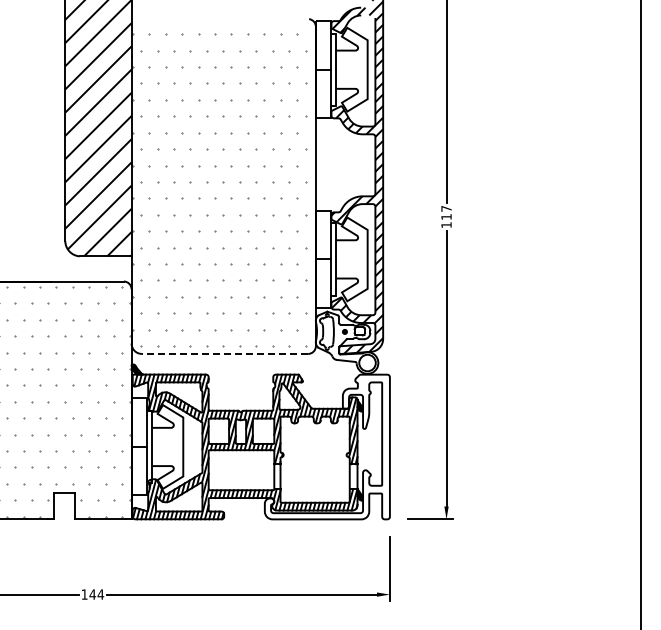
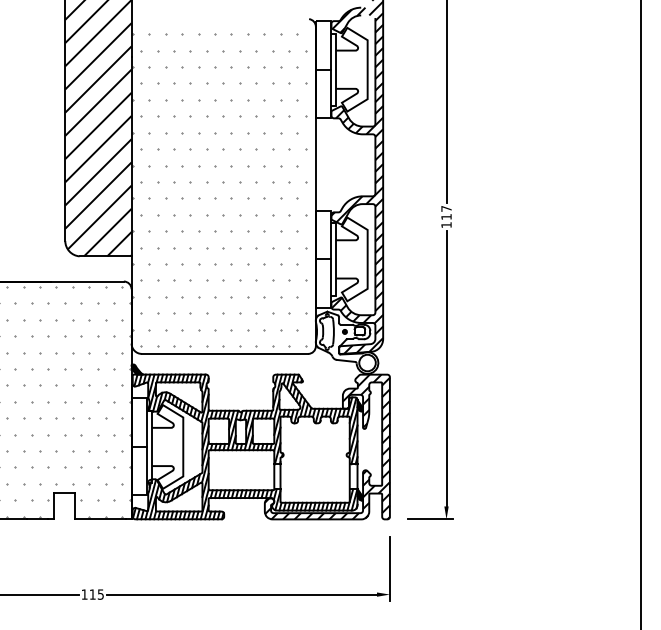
line at (224, 353): dashed -> solid
hatch at (326, 446): none -> present
text at (96, 594): 144 -> 115
